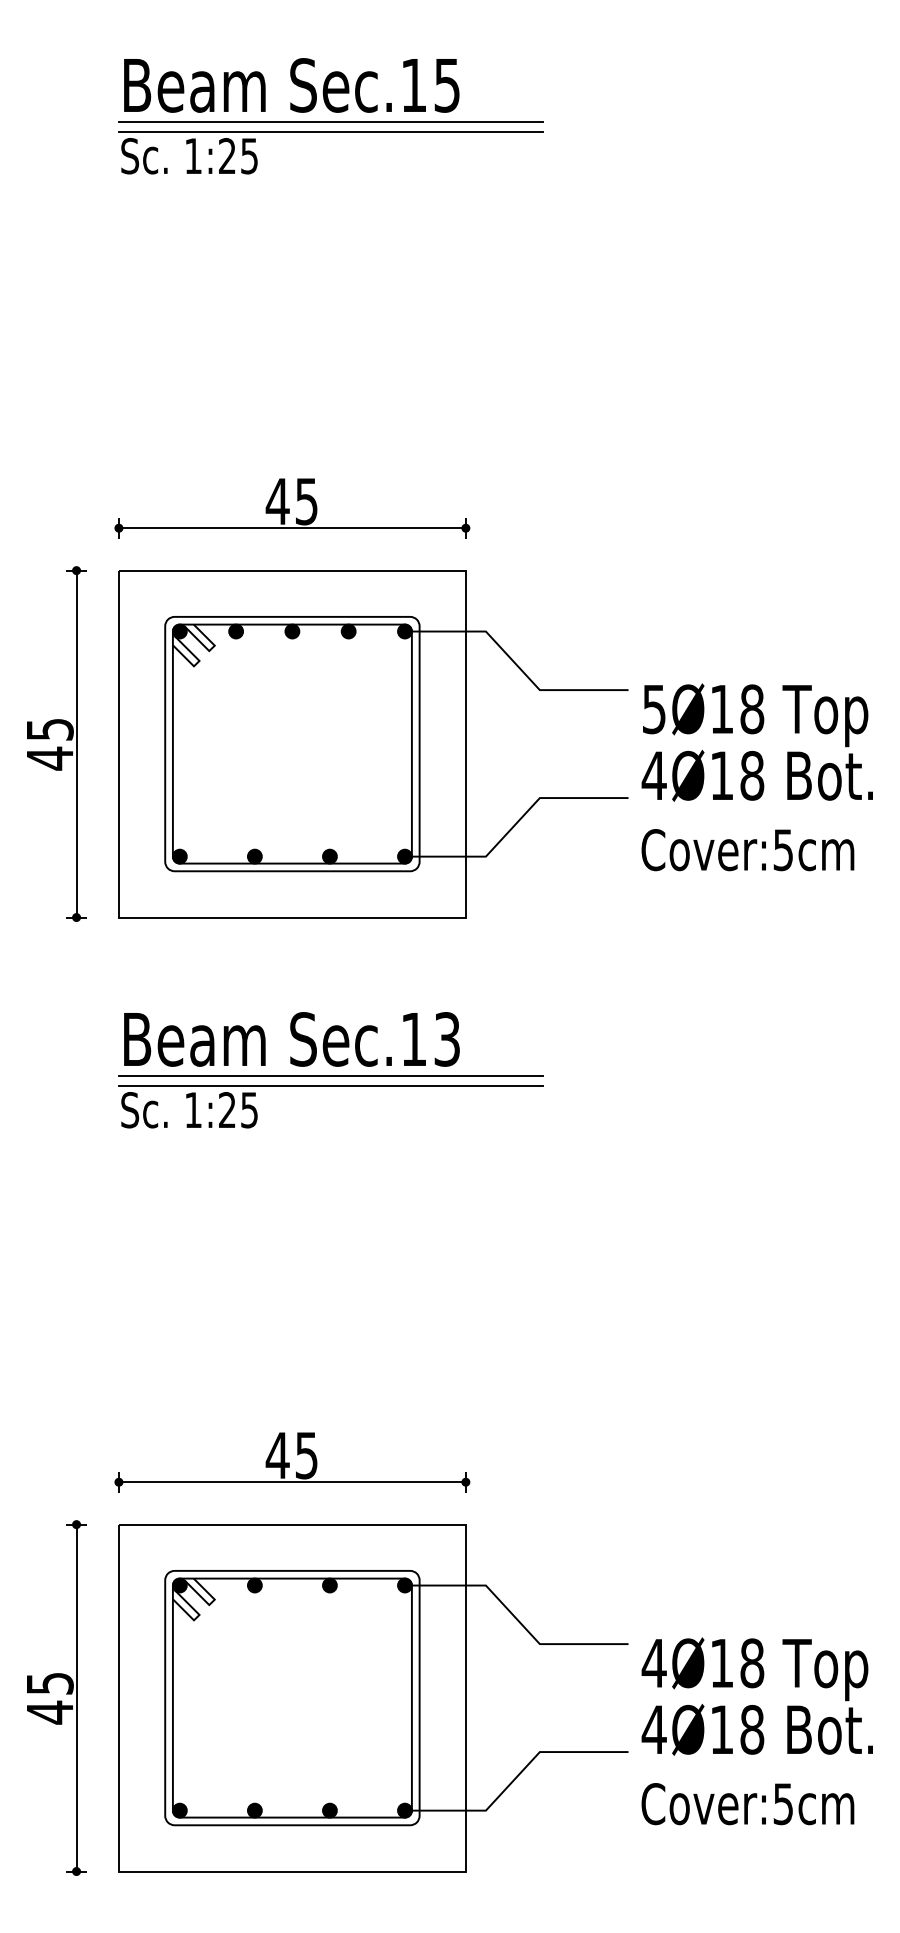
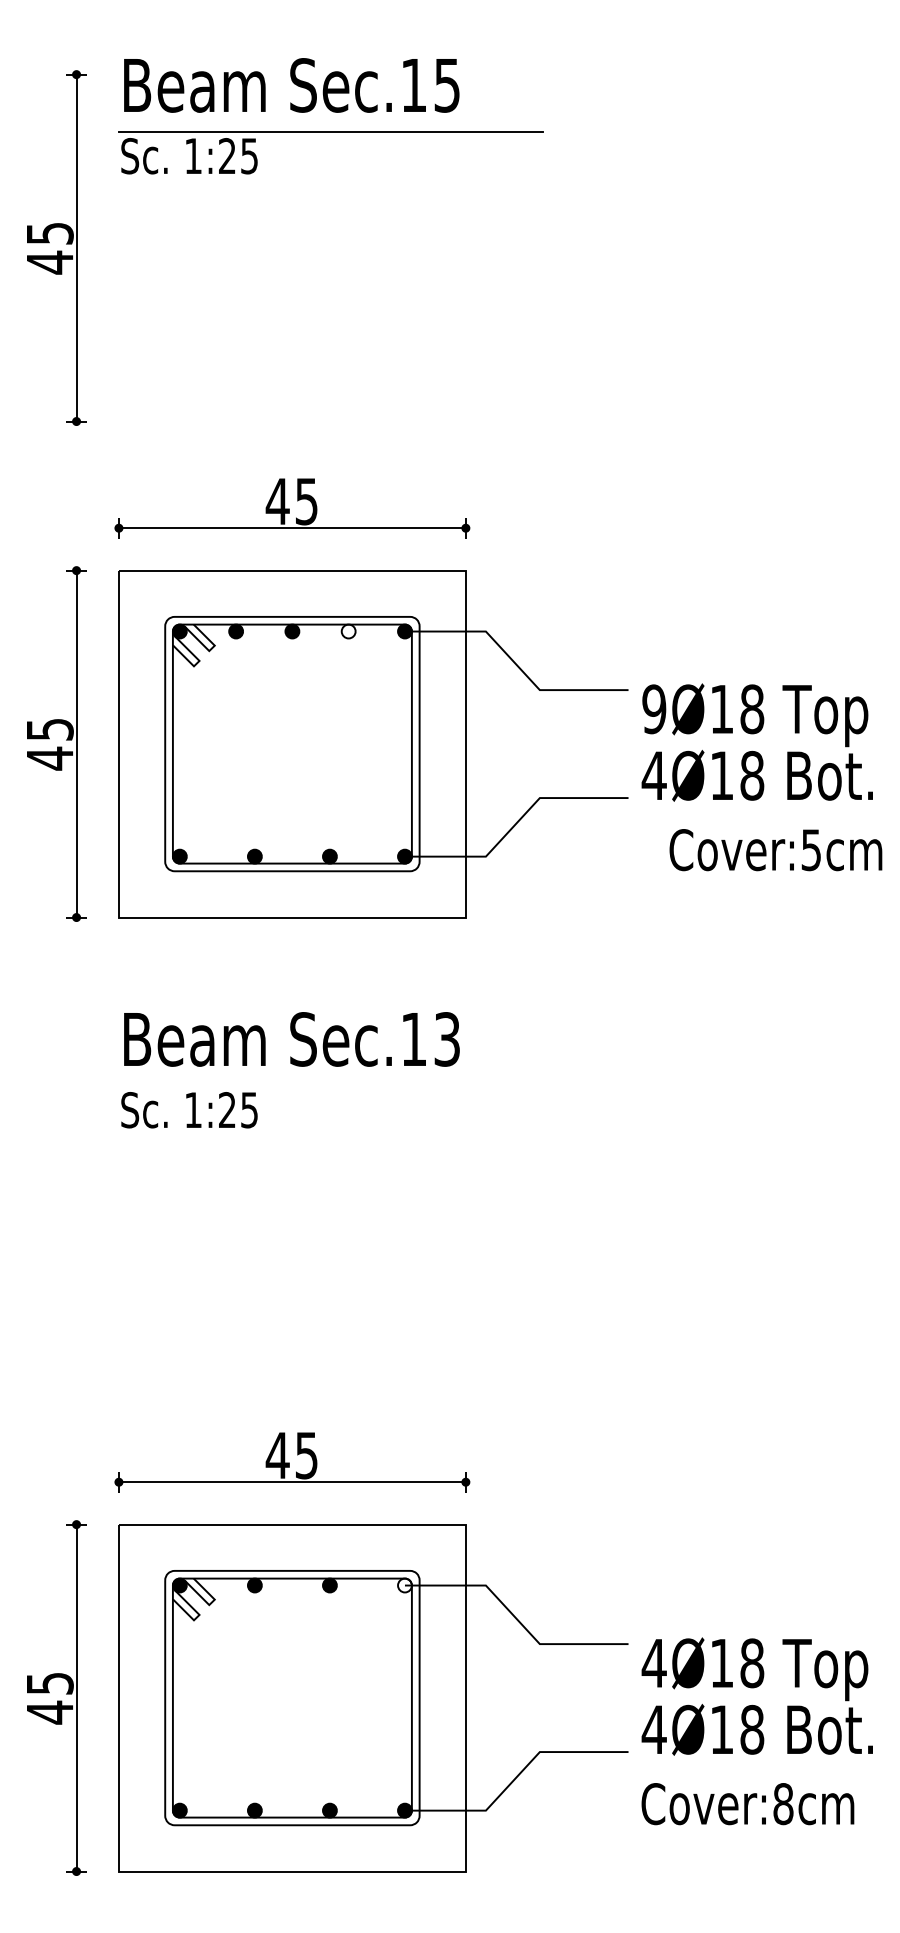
line at (330, 122): present -> none
part at (56, 247): none -> present
fill at (348, 631): present -> none
text at (654, 709): 5Ø18 -> 9Ø18
text at (747, 850) position: (747, 850) -> (775, 850)
line at (330, 1076): present -> none
line at (330, 1086): present -> none
fill at (404, 1585): present -> none
text at (783, 1804): Cover:5cm -> Cover:8cm
